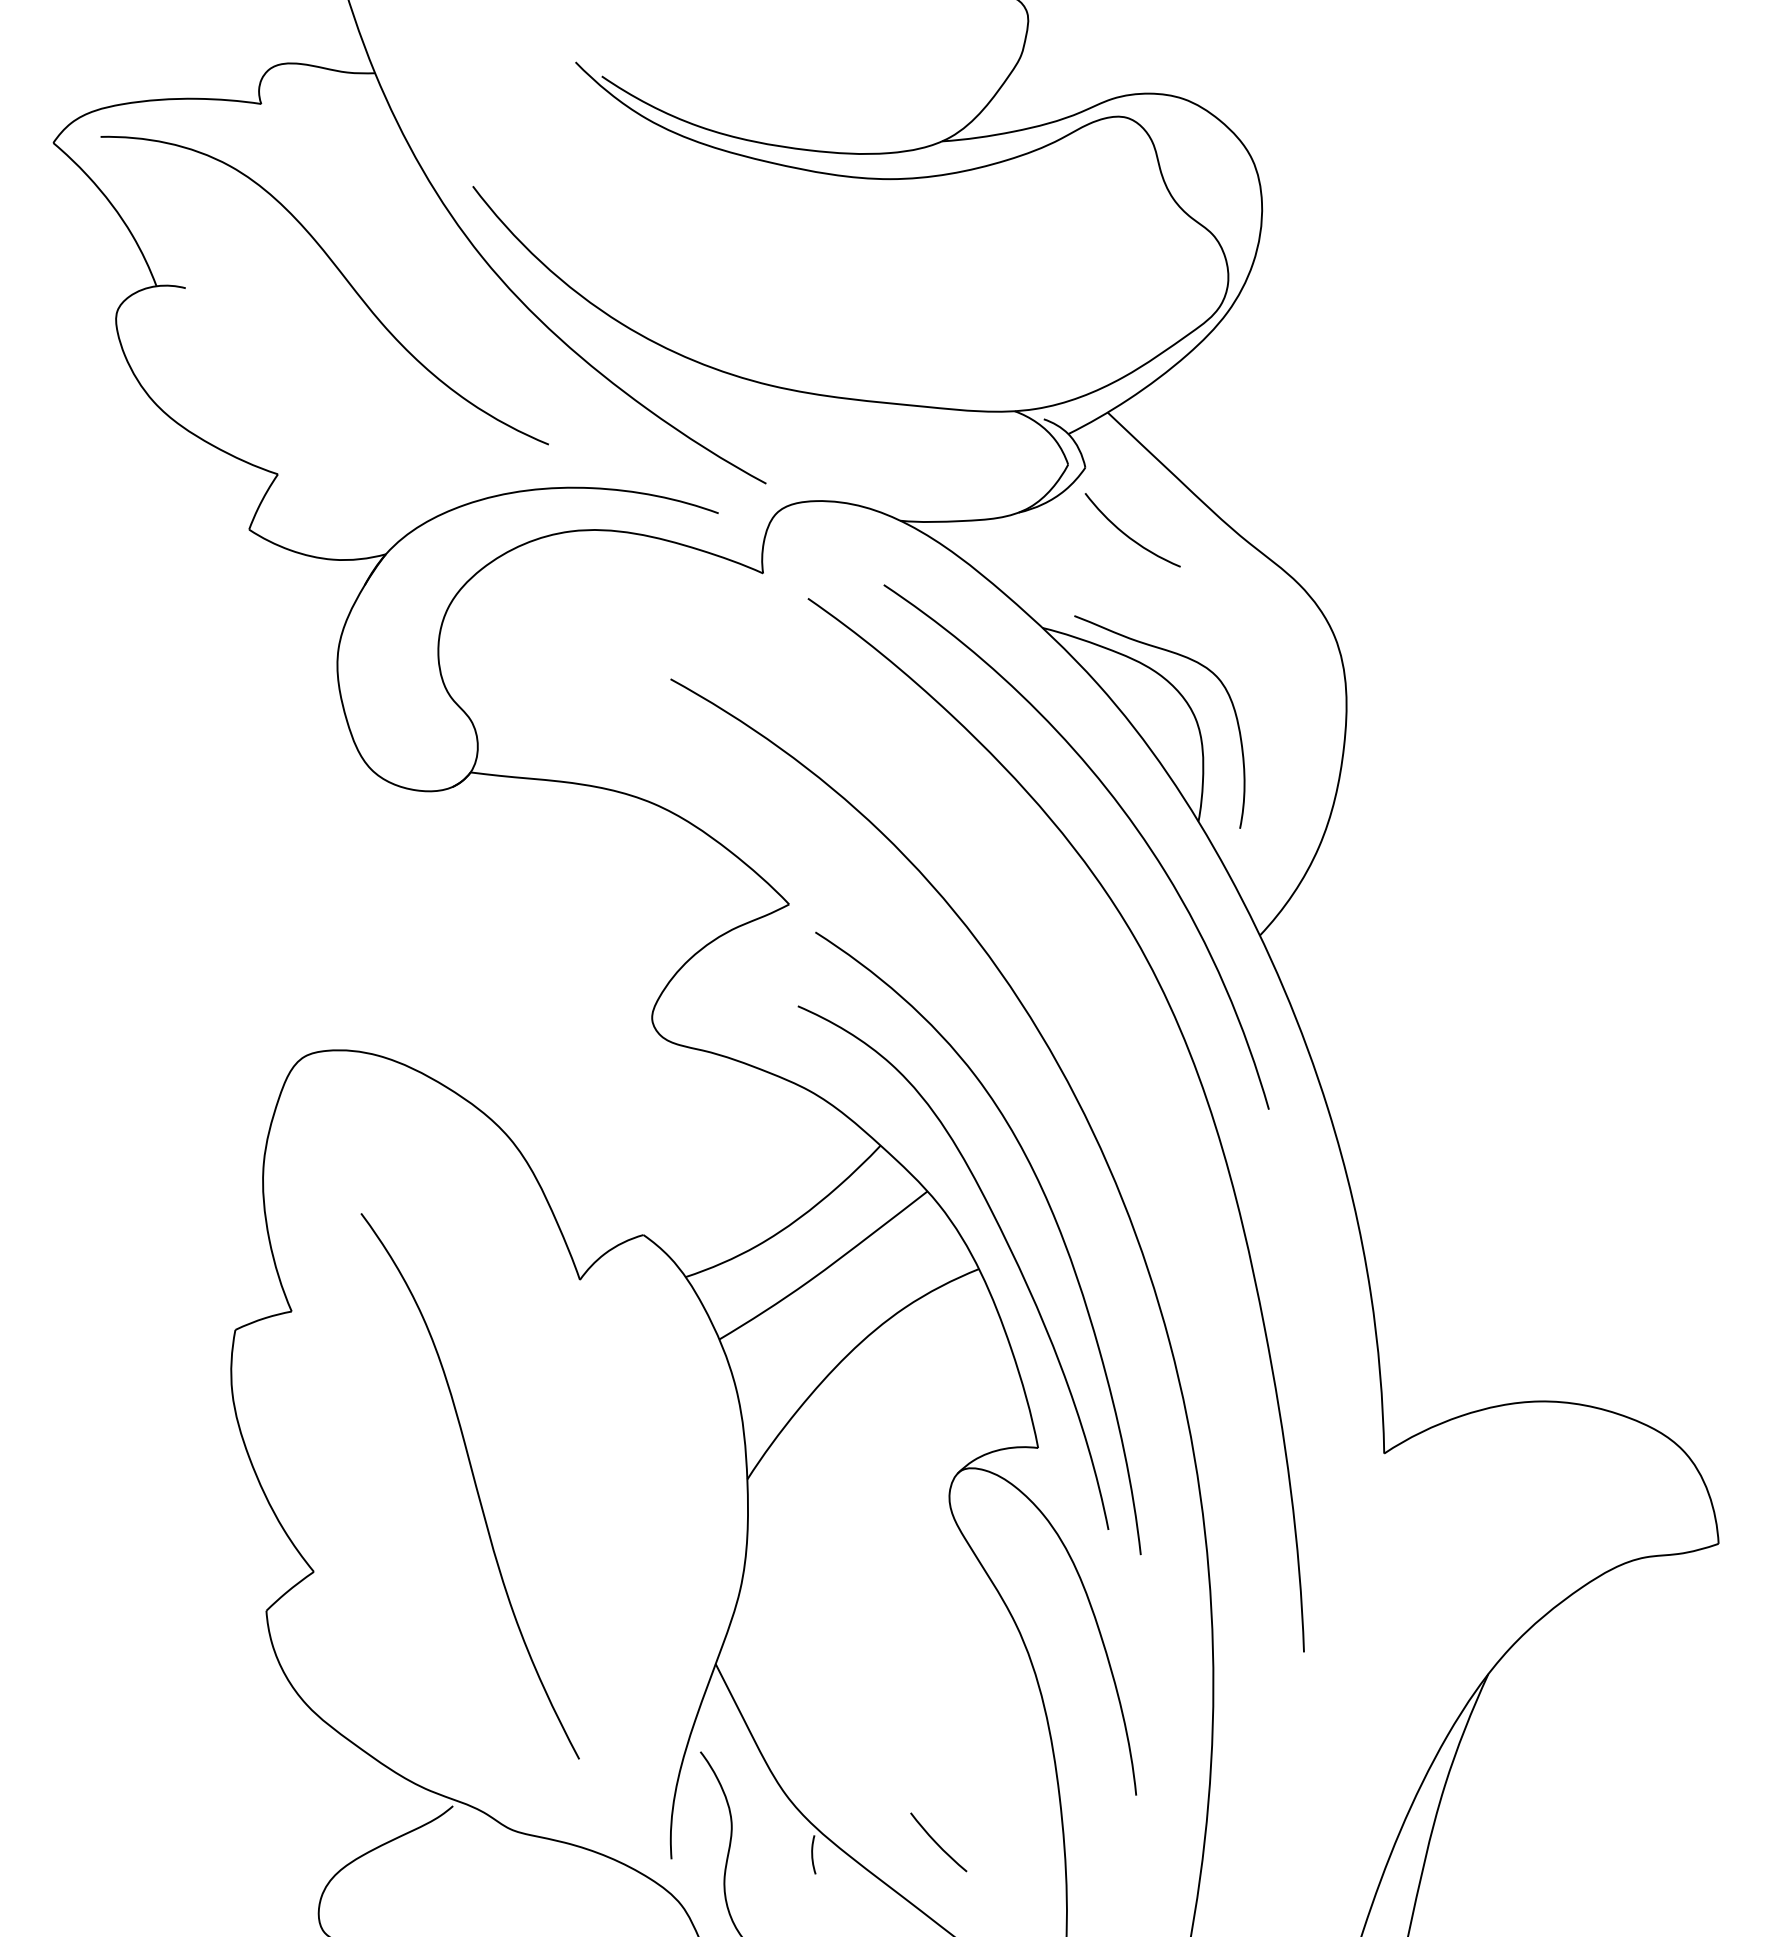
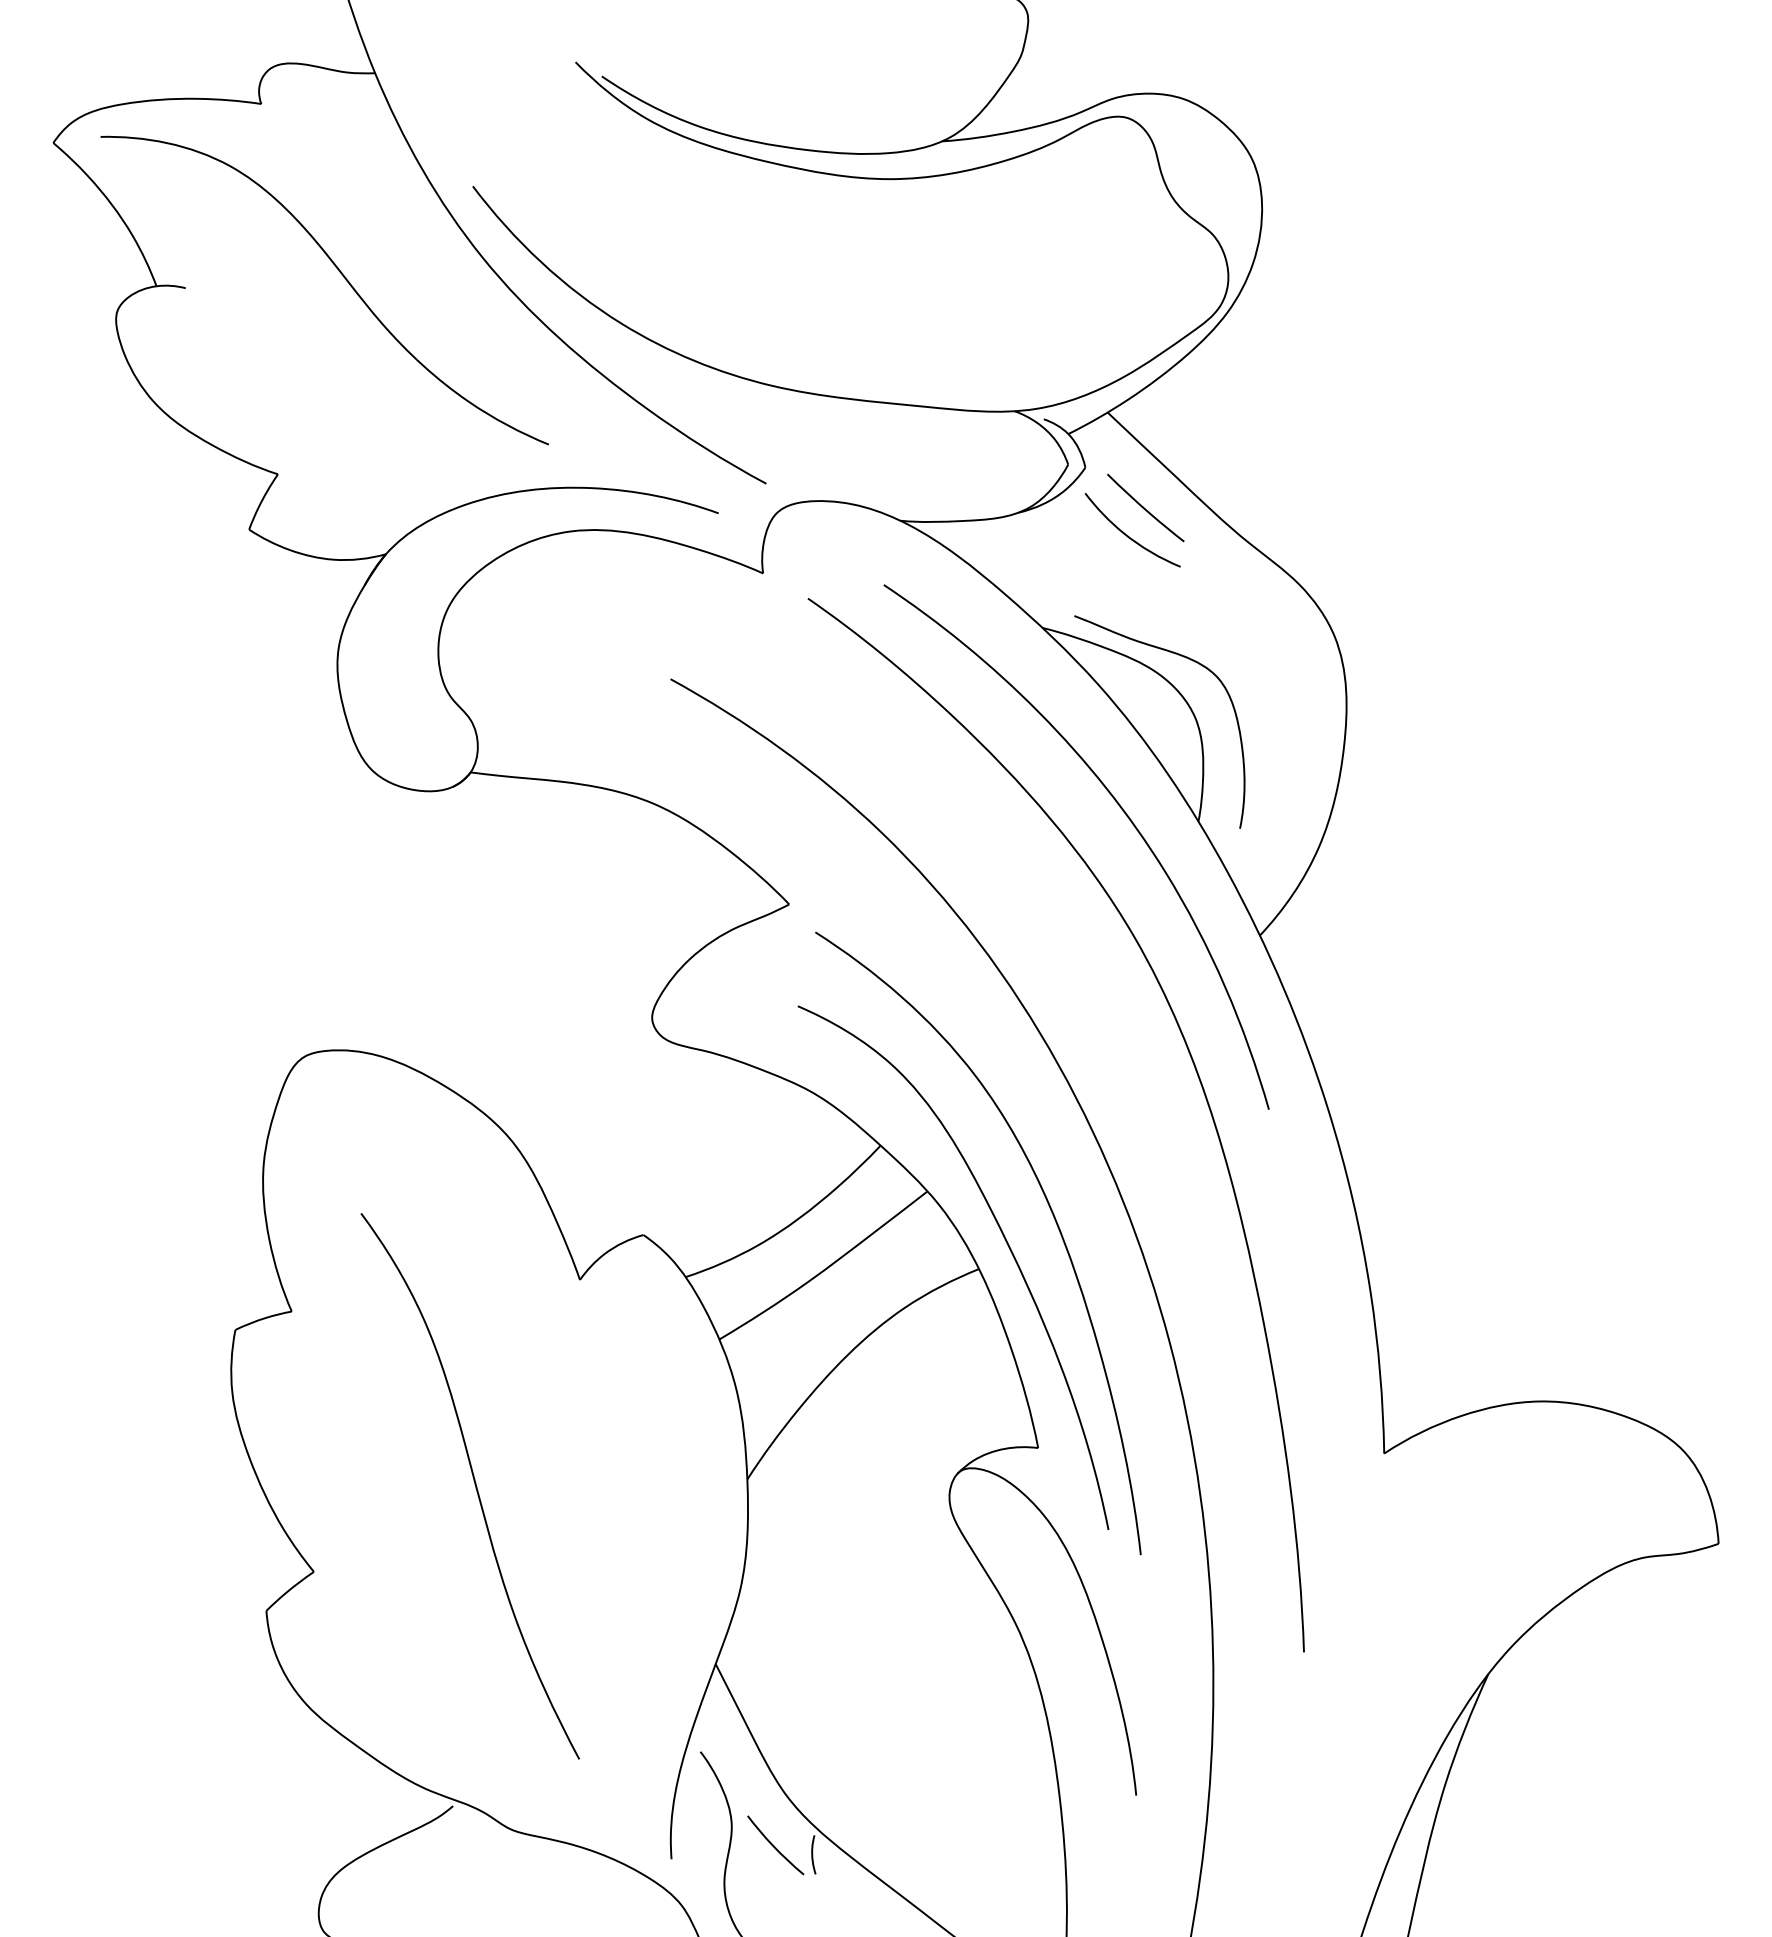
curve at (1144, 507): none -> present
curve at (937, 1842) position: (937, 1842) -> (774, 1845)
